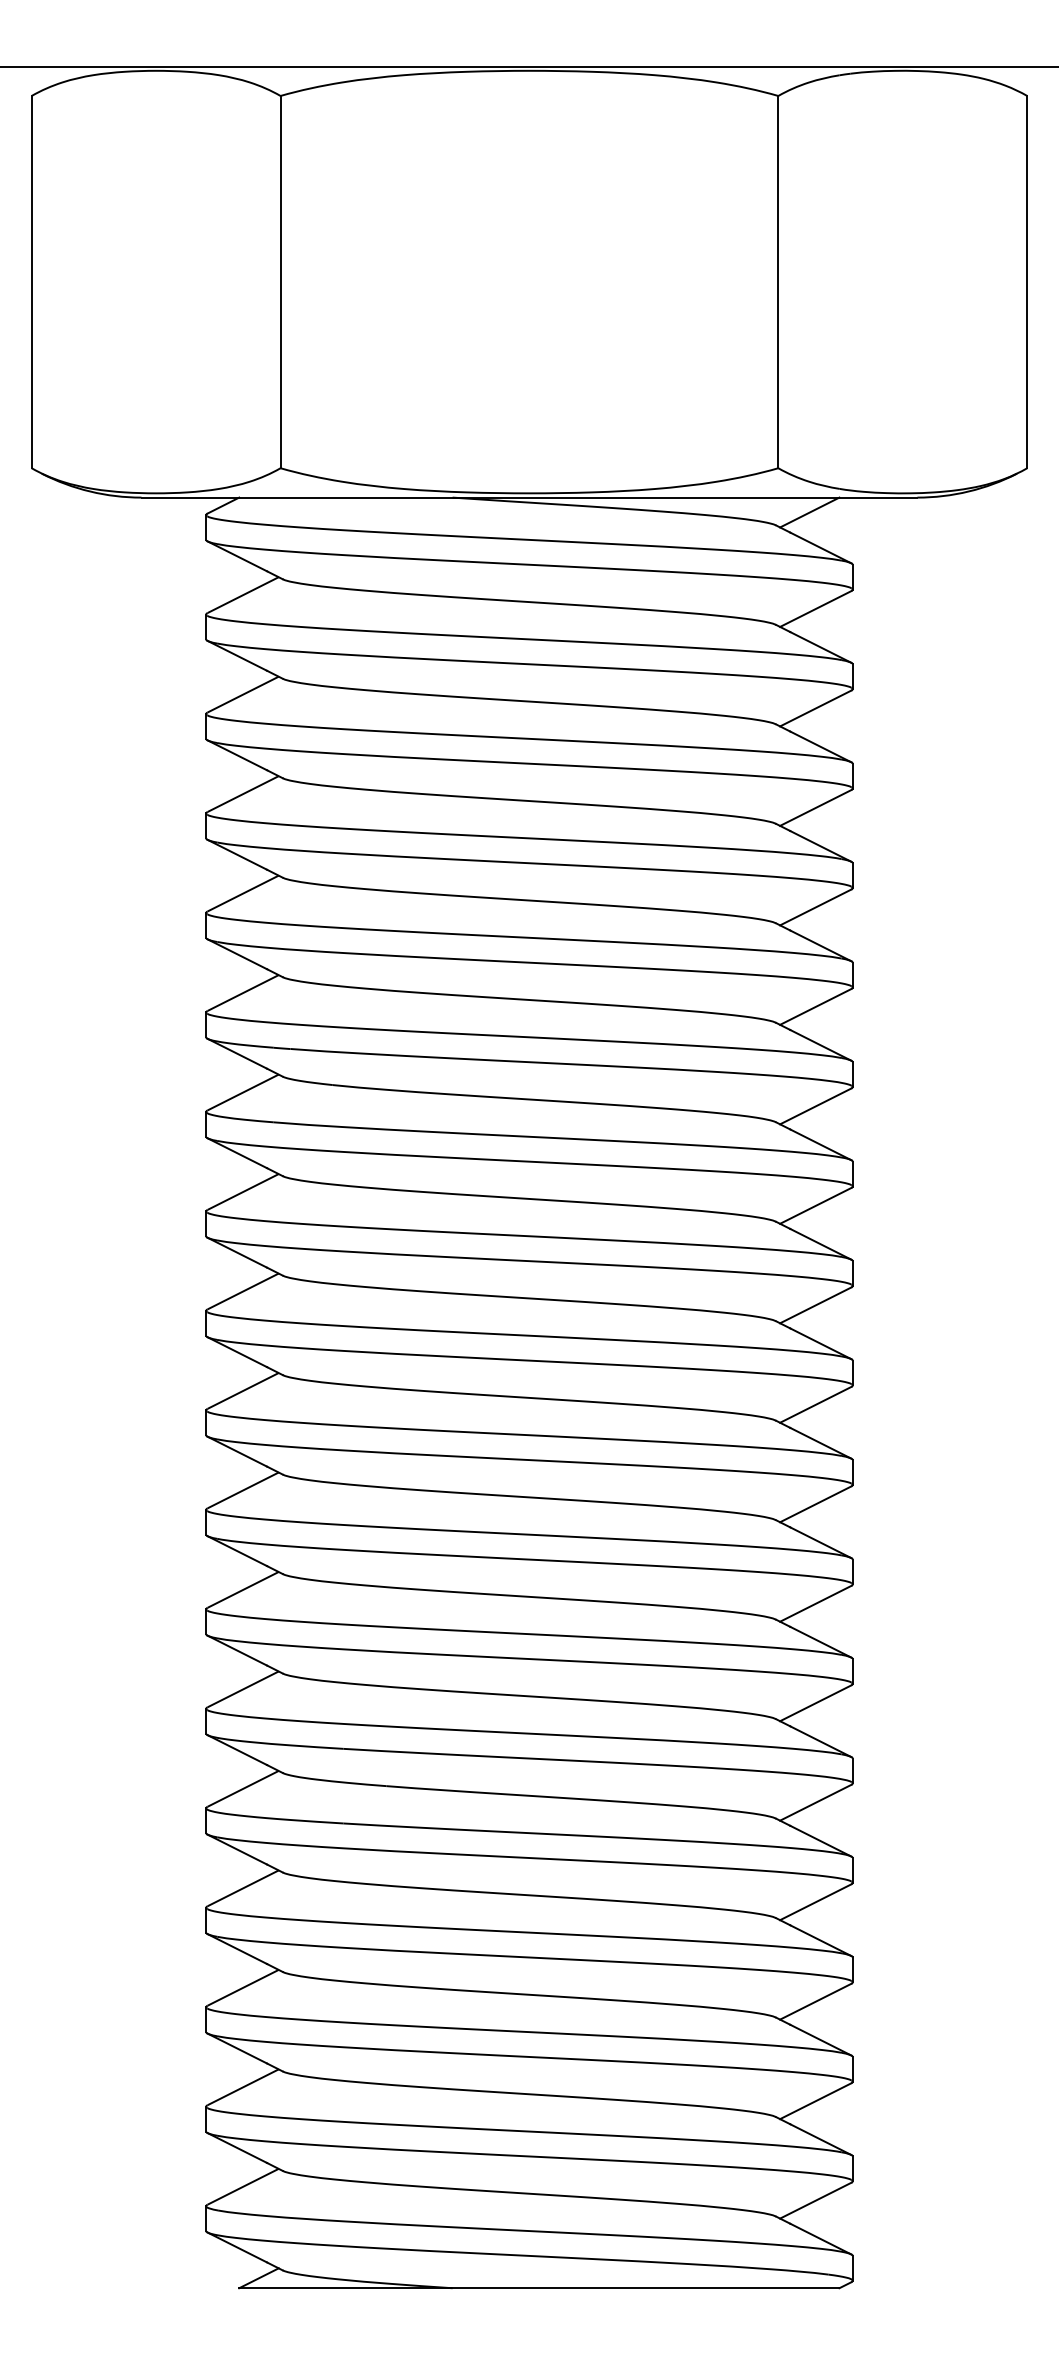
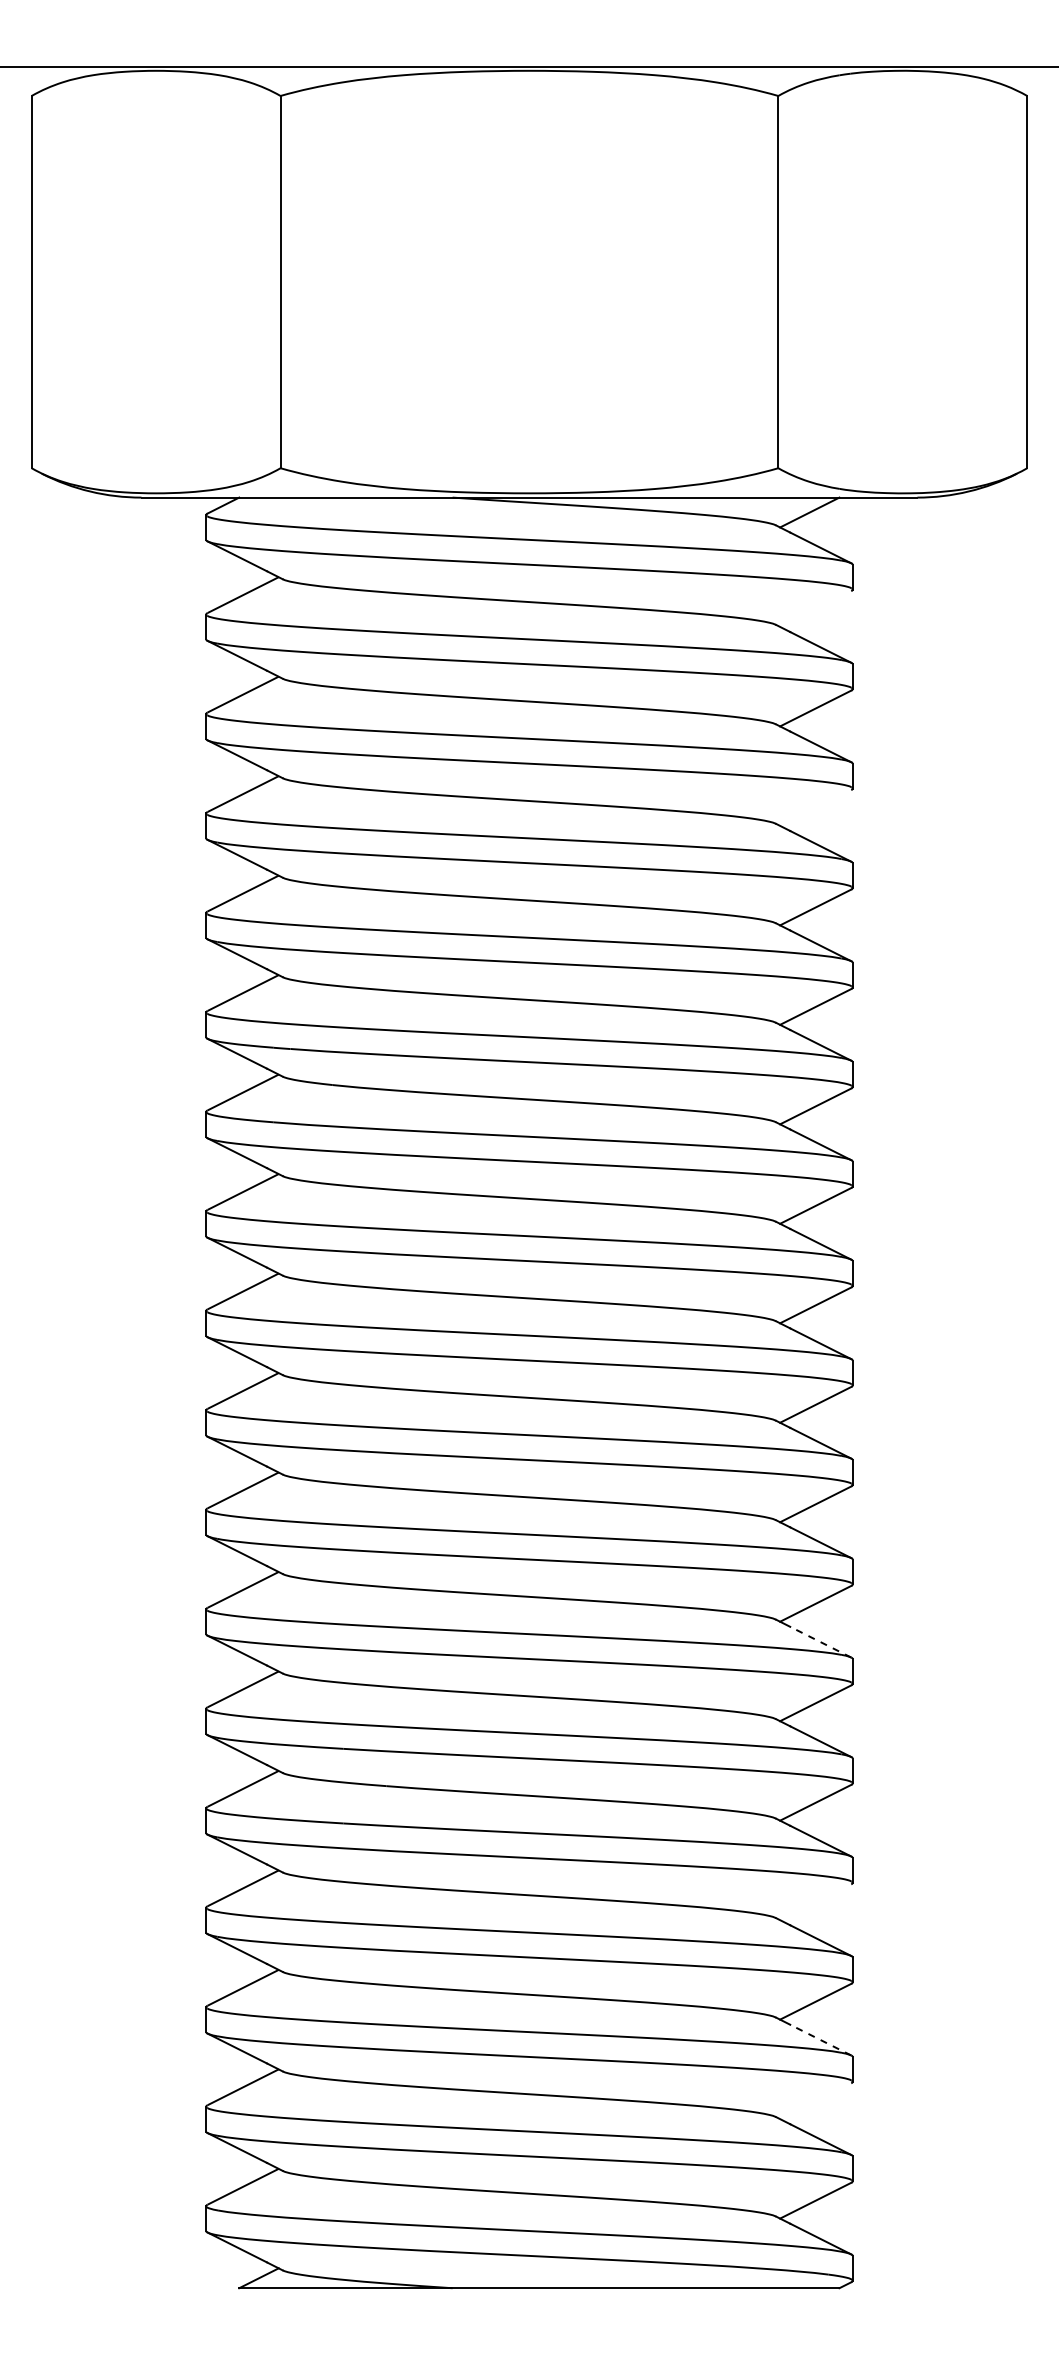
line at (815, 608): present -> none
line at (815, 807): present -> none
line at (820, 1641): solid -> dashed
line at (815, 1902): present -> none
line at (820, 2039): solid -> dashed
line at (815, 2101): present -> none
